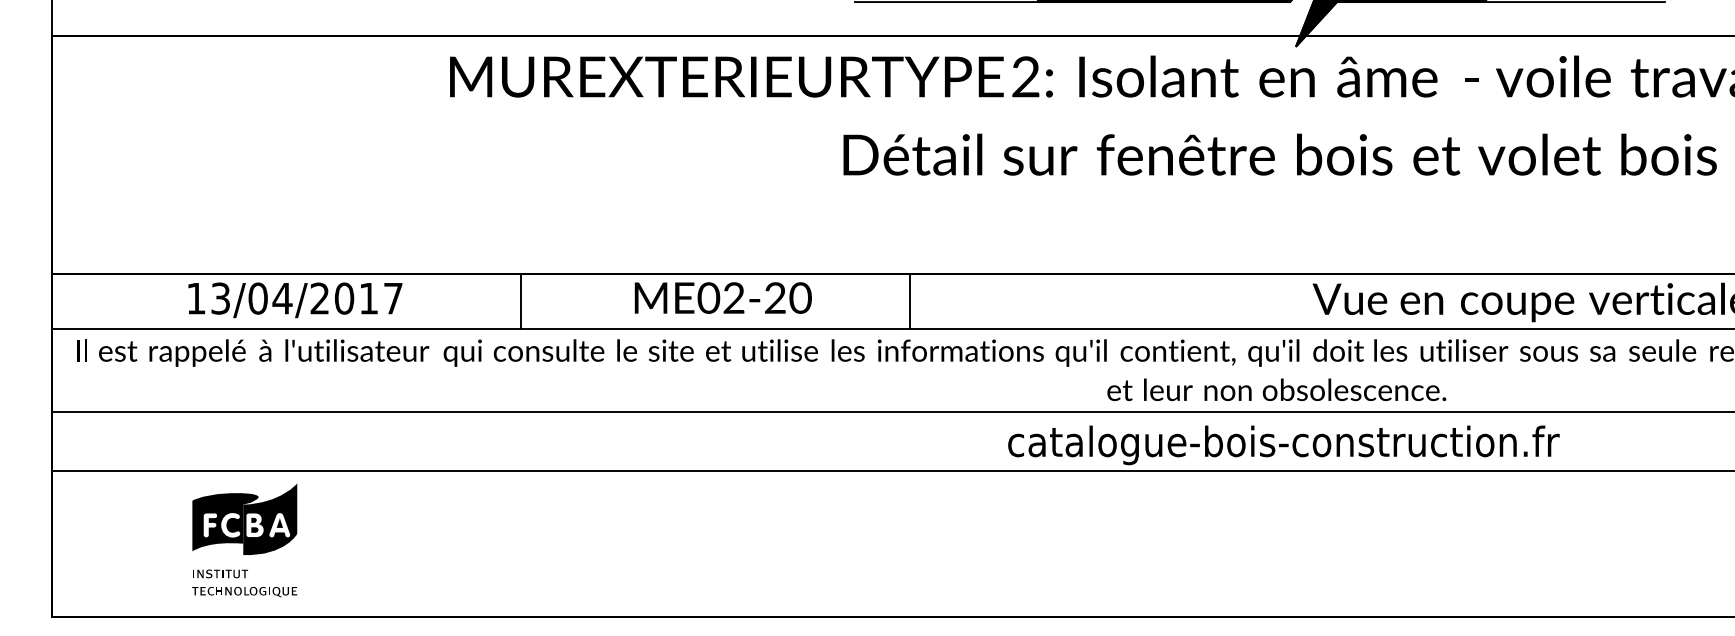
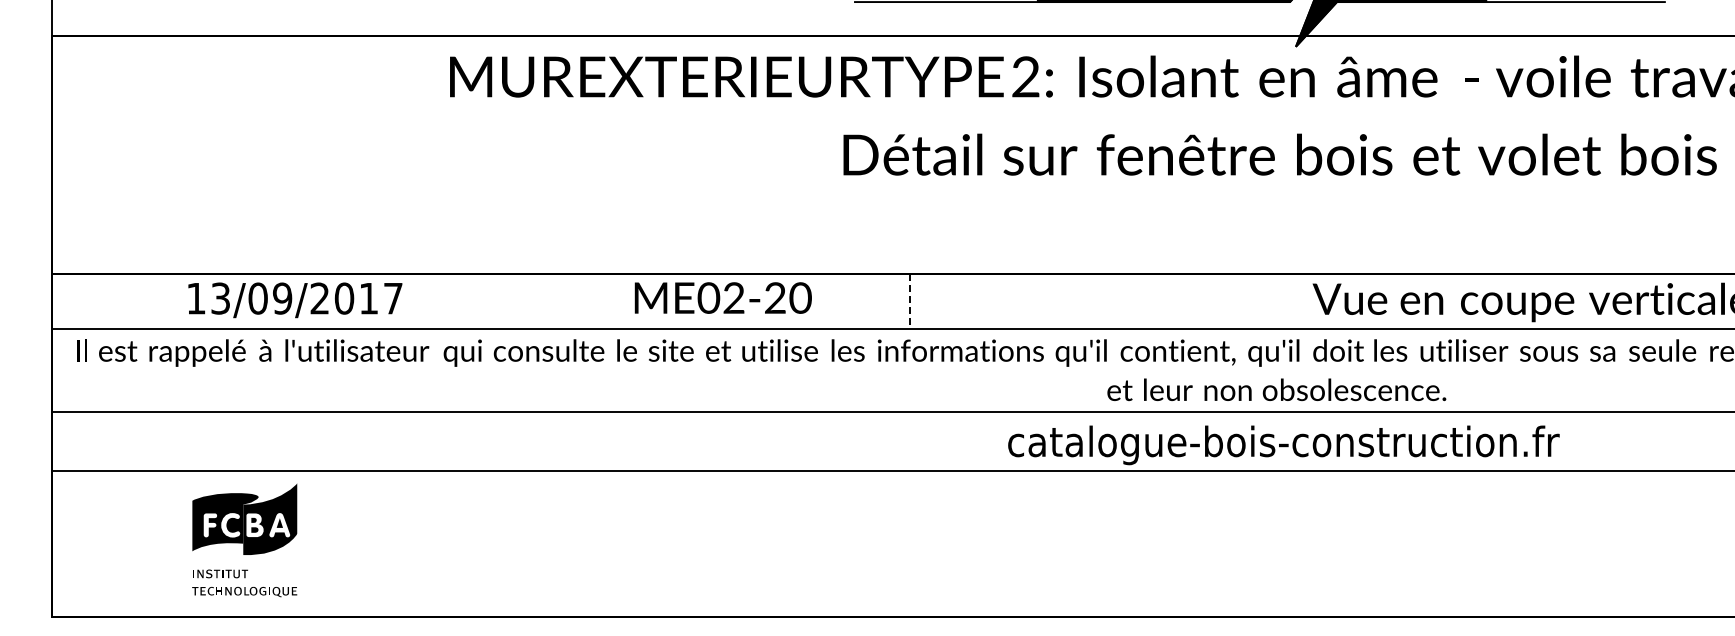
text at (282, 298): 13/04/2017 -> 13/09/2017
line at (520, 301): present -> none
line at (909, 302): solid -> dashed
